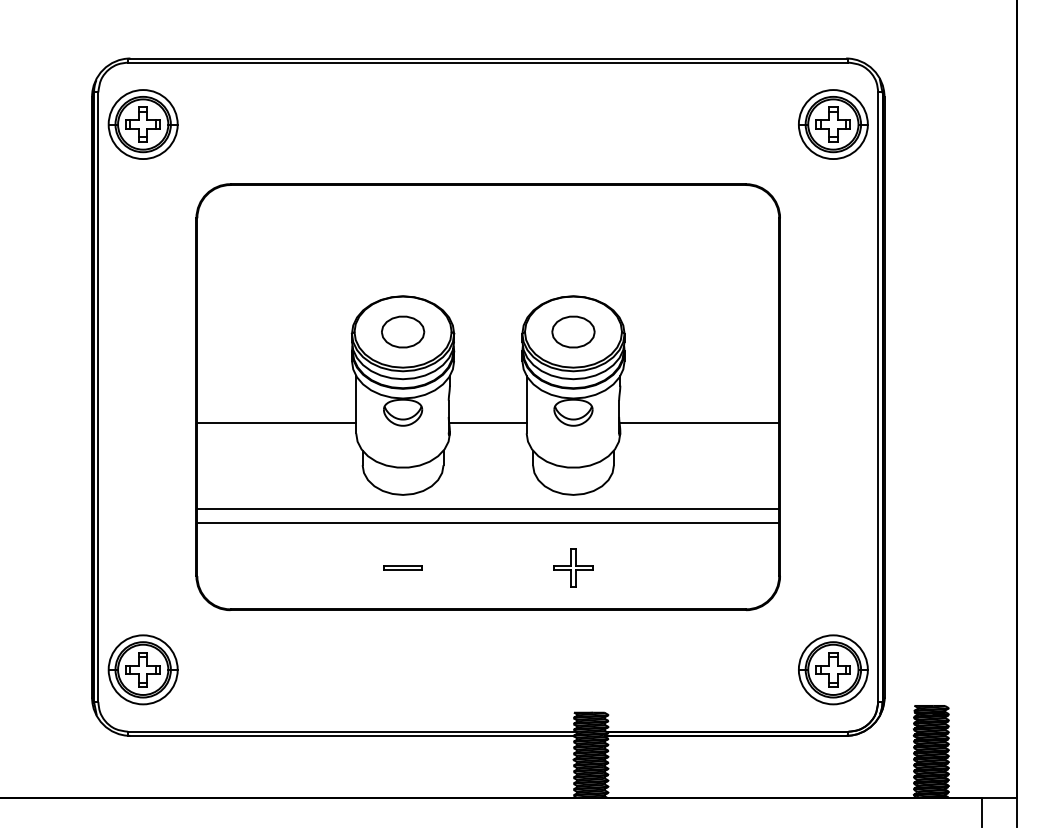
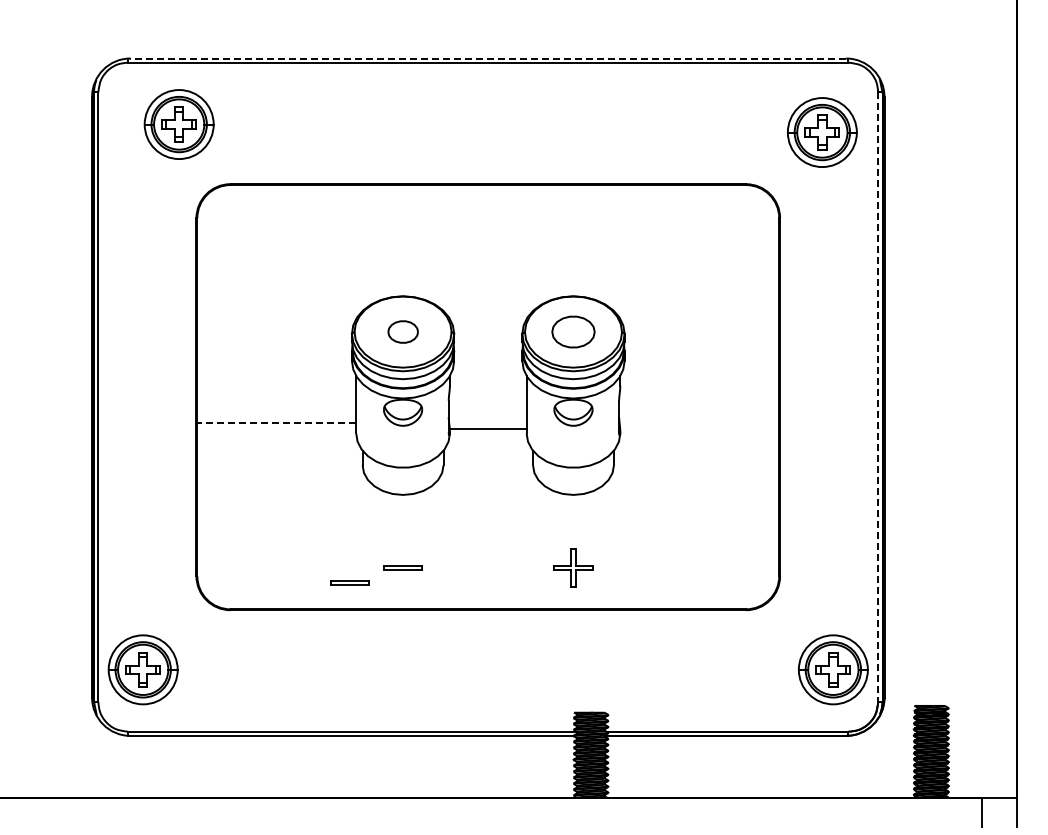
line at (488, 58): solid -> dashed
part at (142, 124) position: (142, 124) -> (178, 124)
part at (833, 124) position: (833, 124) -> (822, 132)
part at (403, 331) size: 45x34 px -> 32x24 px
line at (878, 397): solid -> dashed
line at (276, 422): solid -> dashed
line at (487, 422) position: (487, 422) -> (487, 428)
line at (699, 422): present -> none
line at (488, 508): present -> none
line at (488, 523): present -> none
part at (349, 582): none -> present
